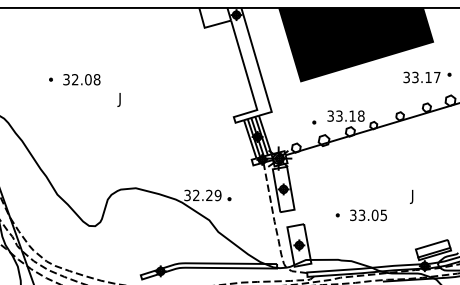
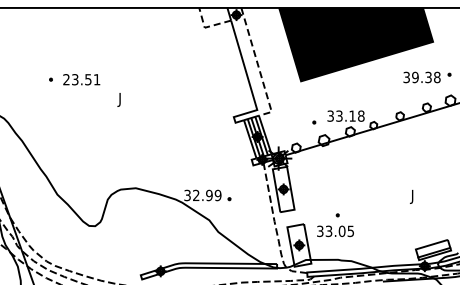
line at (207, 27): solid -> dashed
line at (258, 67): solid -> dashed
text at (426, 77): 33.17 -> 39.38
text at (81, 79): 32.08 -> 23.51
text at (209, 195): 32.29 -> 32.99
text at (368, 215) position: (368, 215) -> (335, 231)
